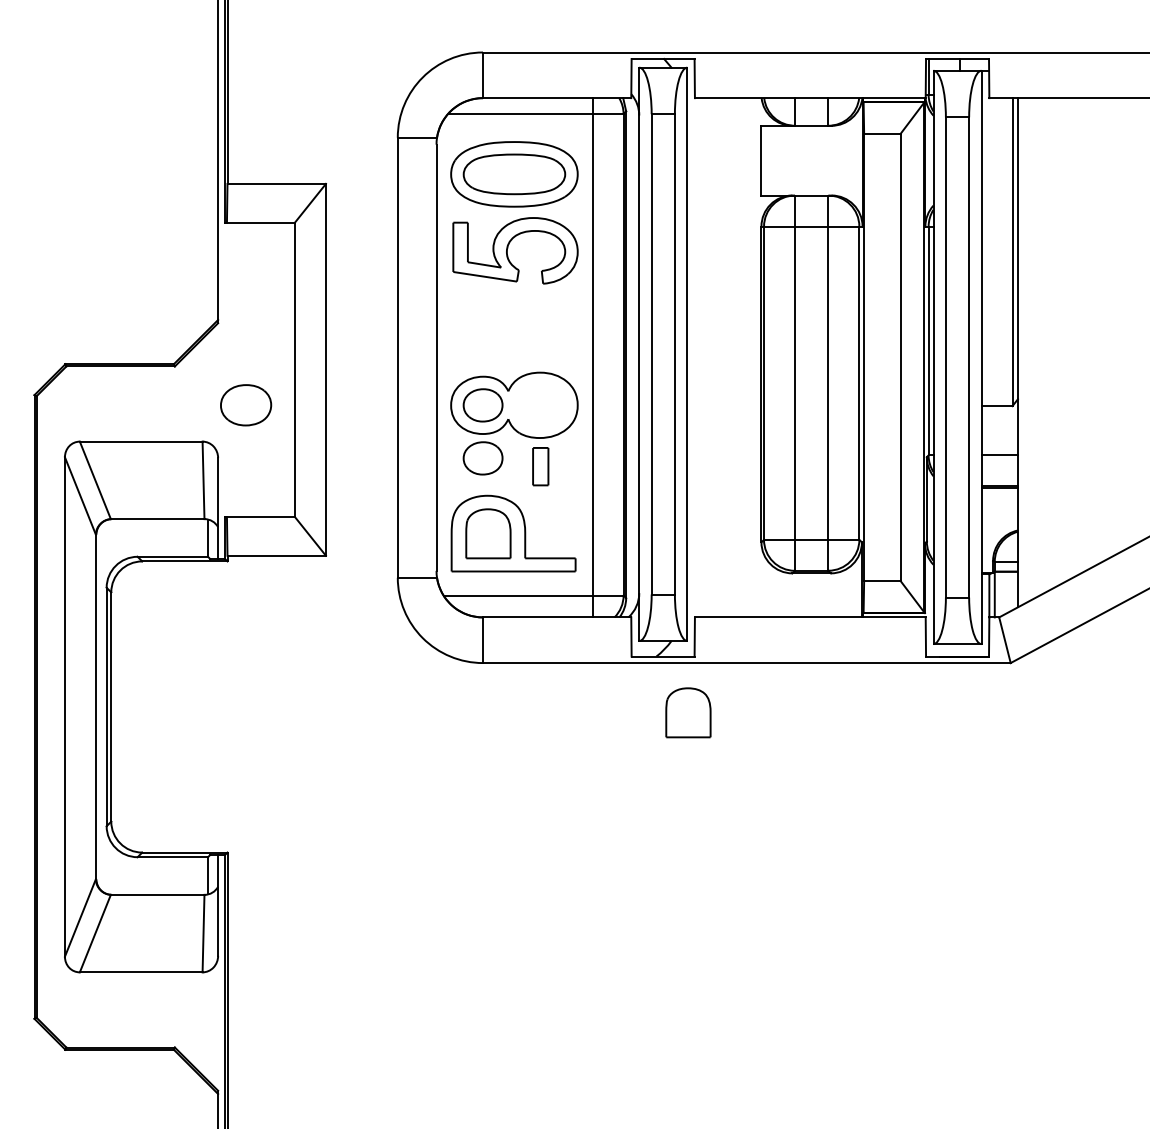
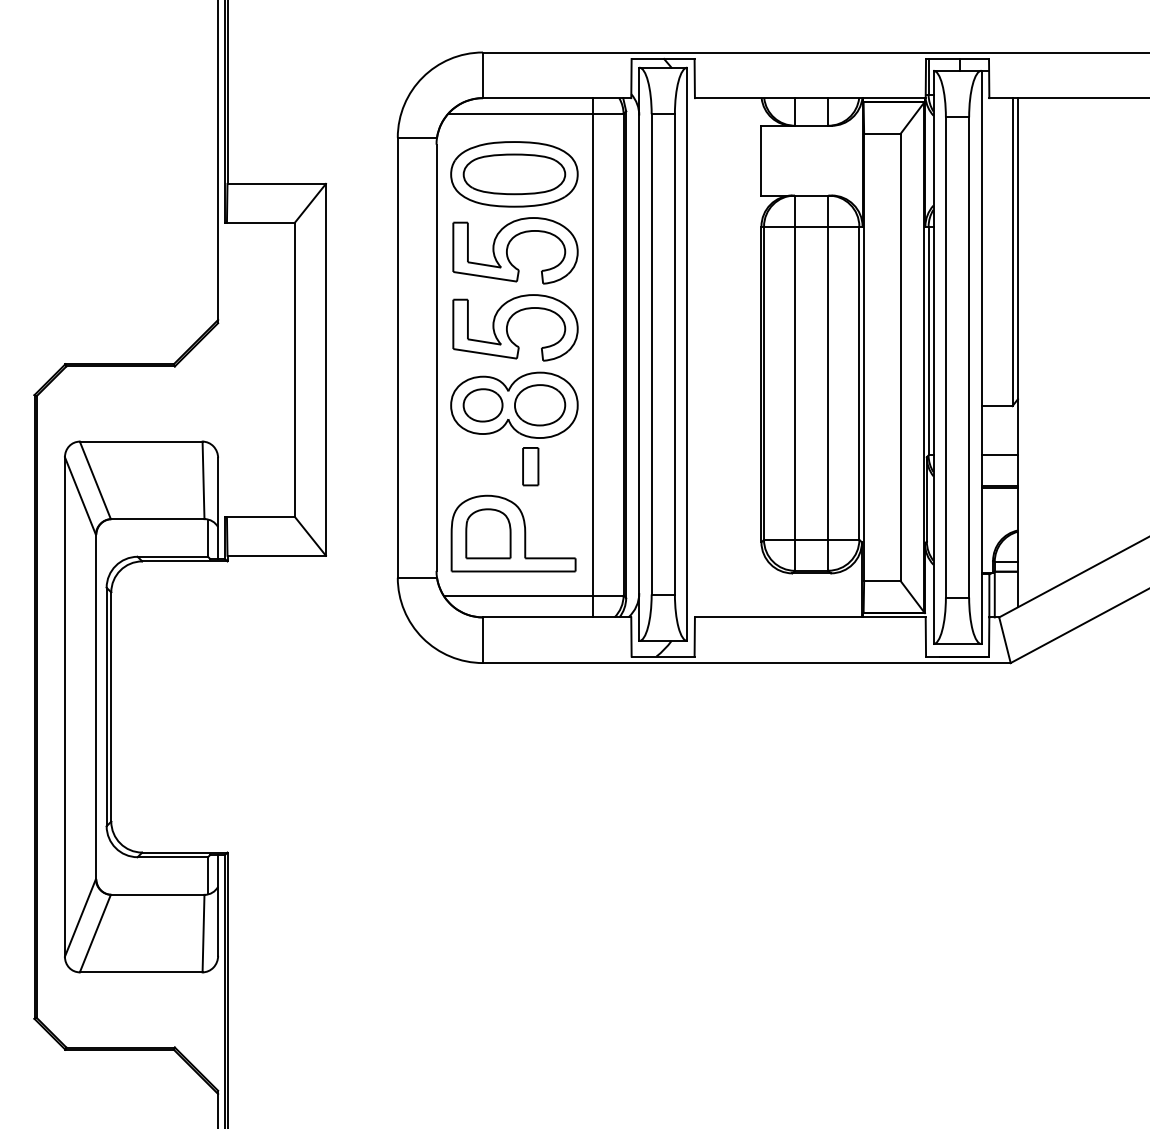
part at (508, 325): none -> present
part at (246, 405) position: (246, 405) -> (540, 405)
part at (482, 458): present -> none
part at (540, 466) position: (540, 466) -> (530, 466)
part at (688, 712): present -> none
